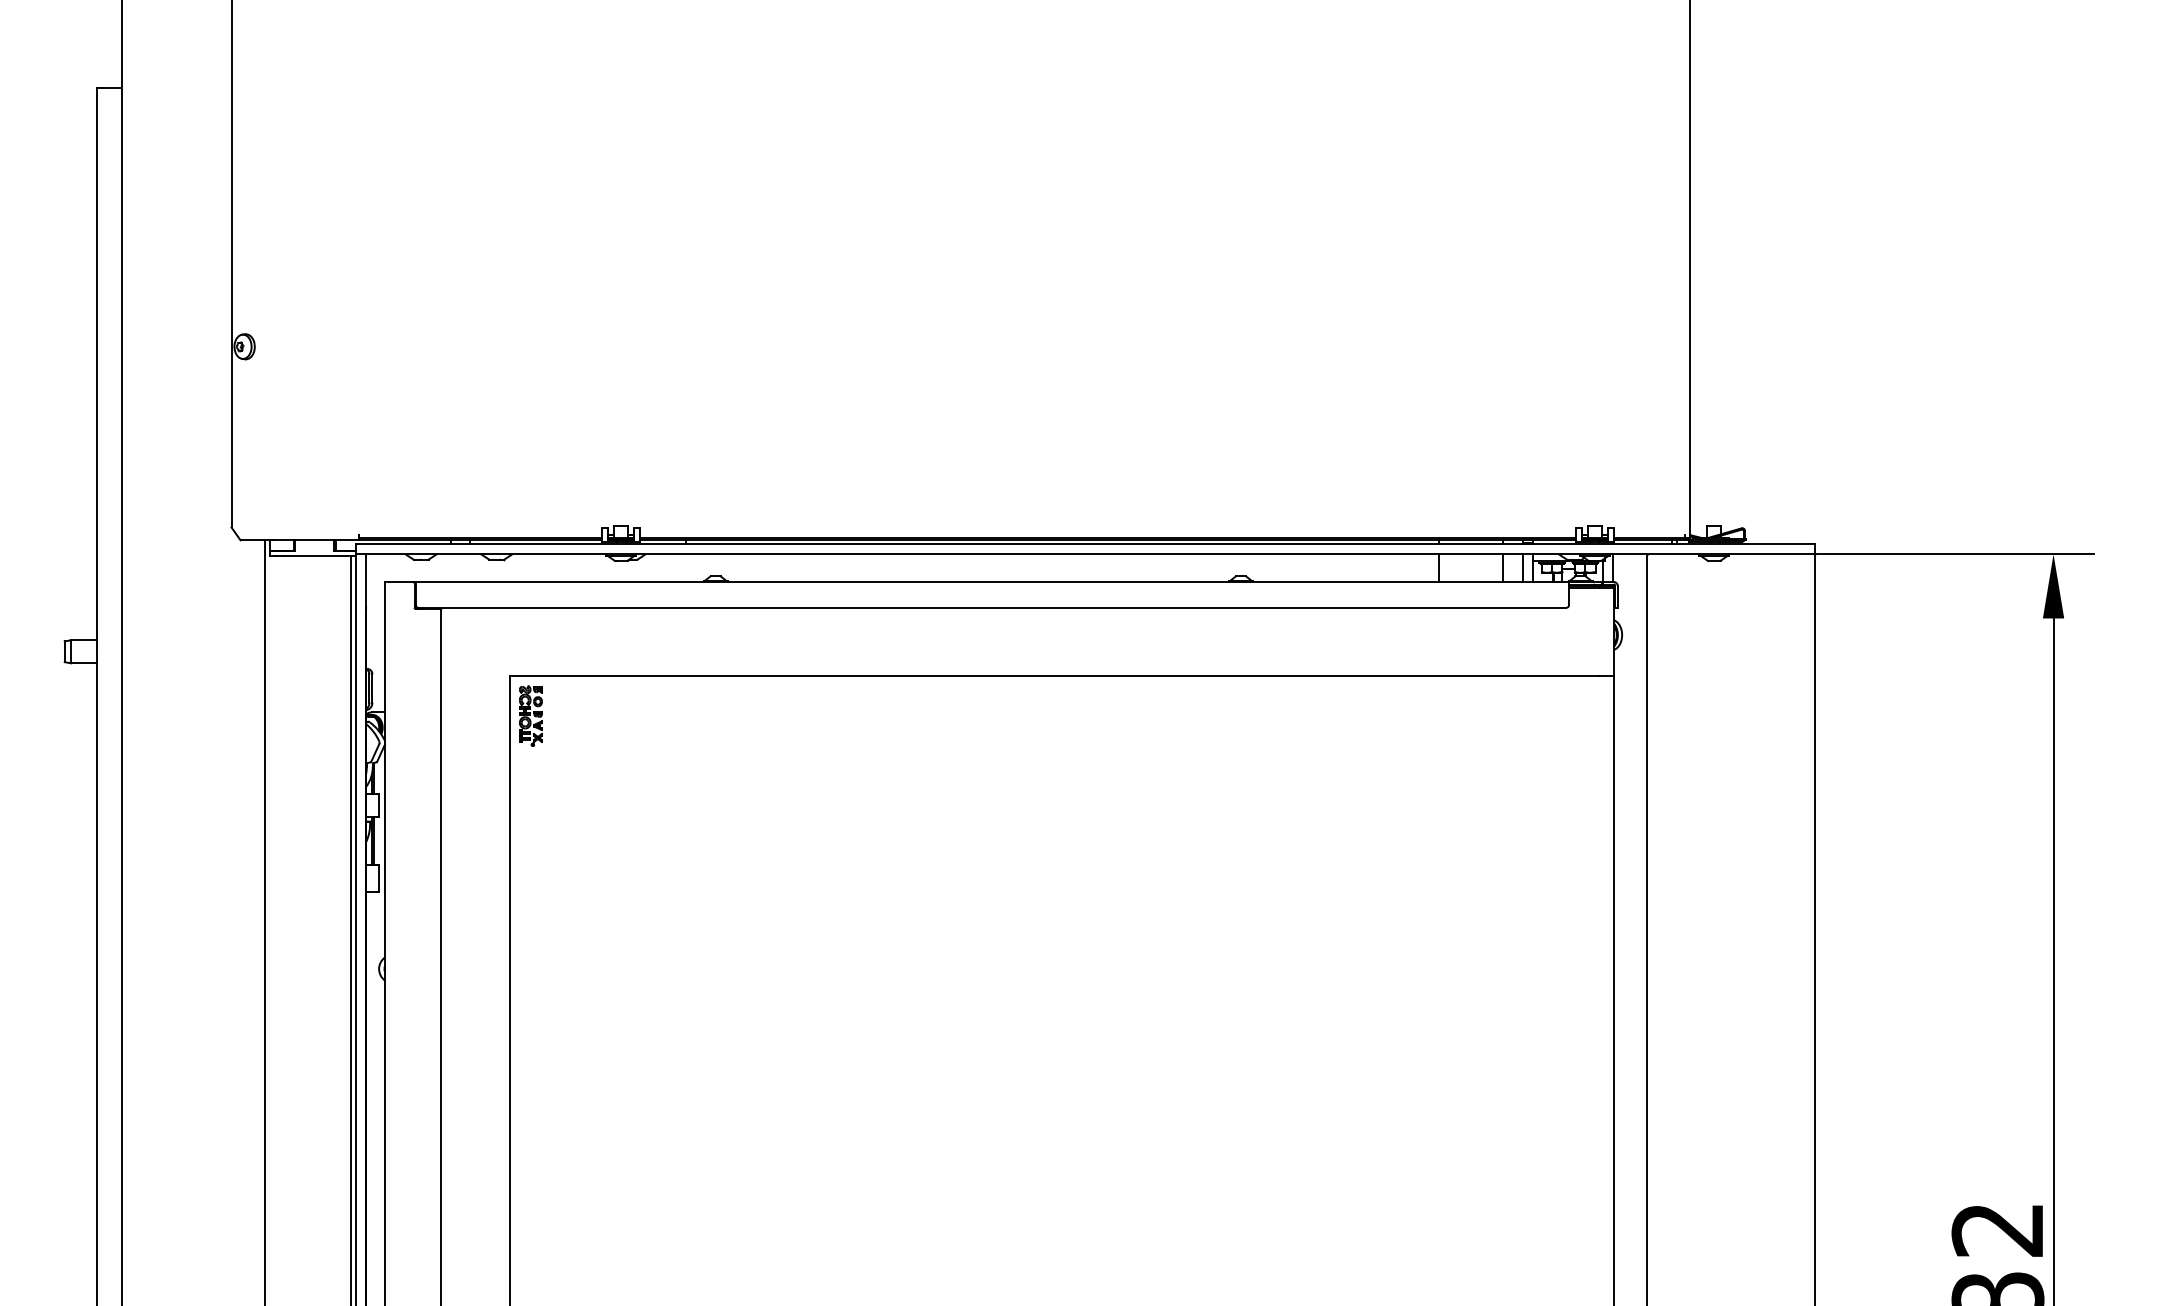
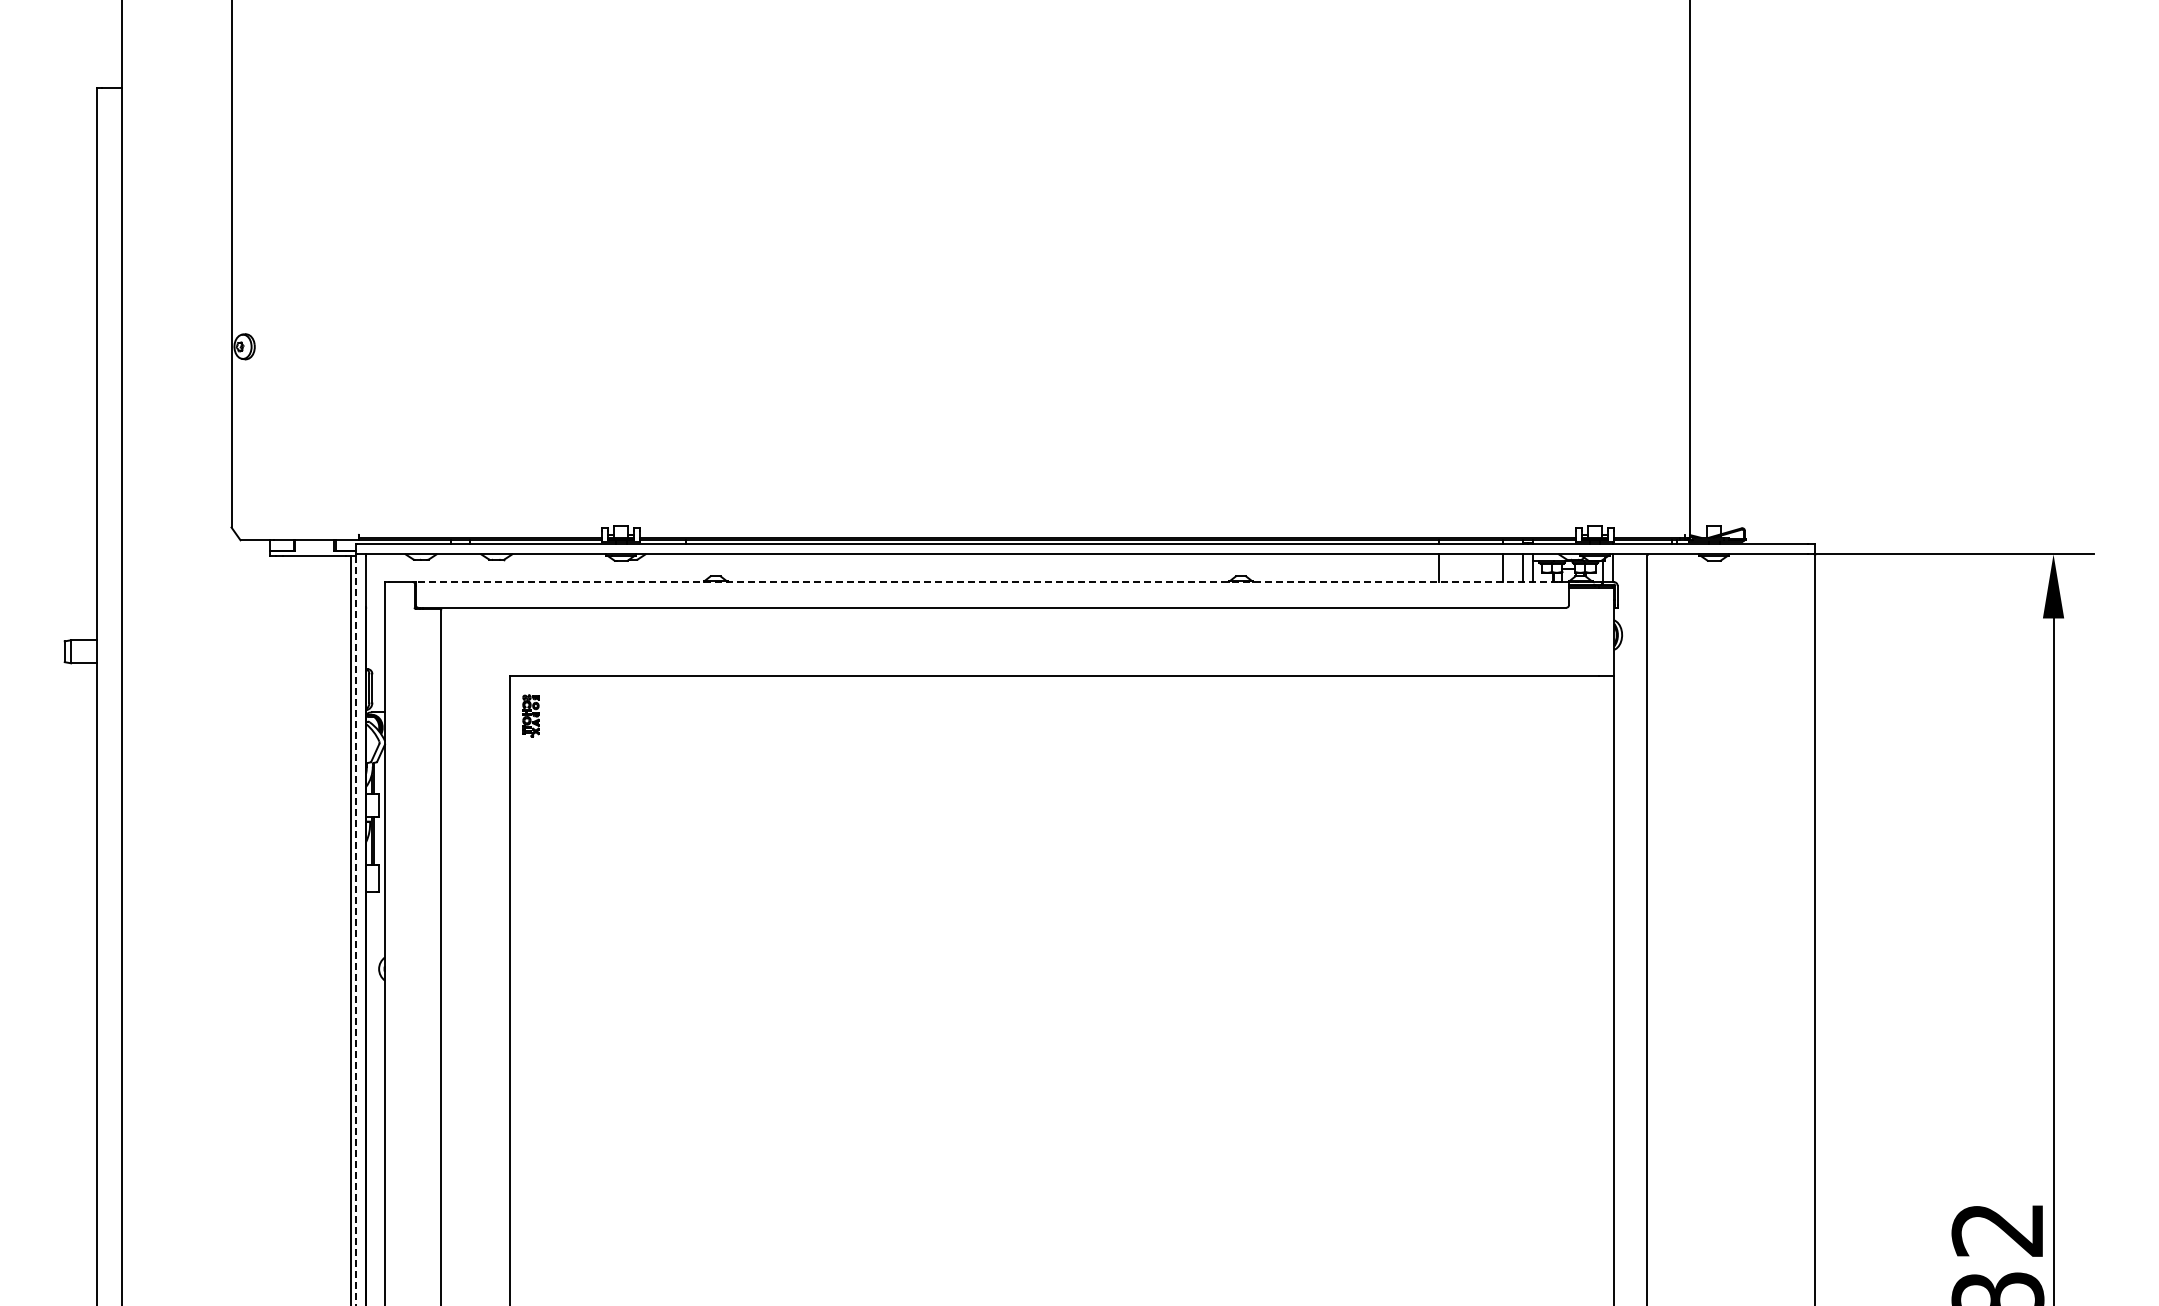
line at (992, 582): solid -> dashed
part at (530, 715) size: 24x62 px -> 18x44 px
line at (264, 921): present -> none
line at (355, 930): solid -> dashed
